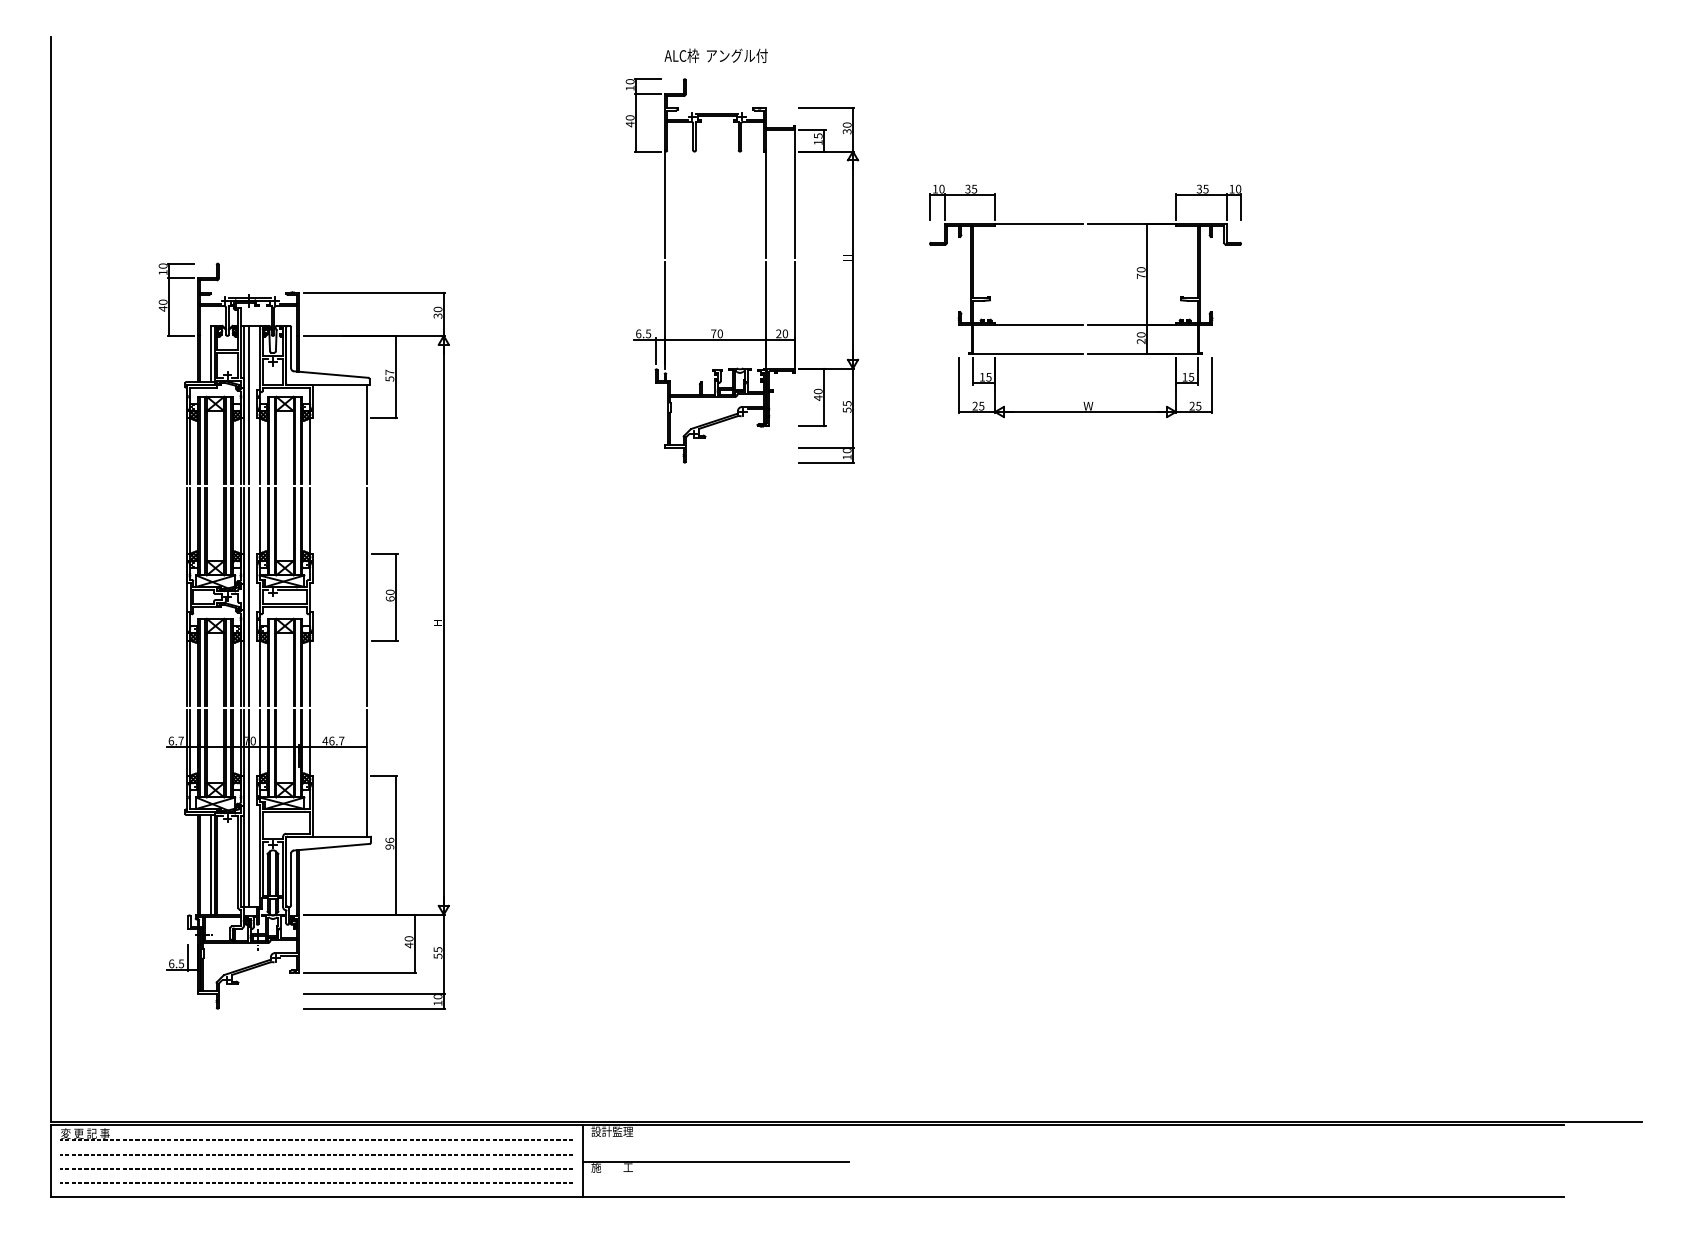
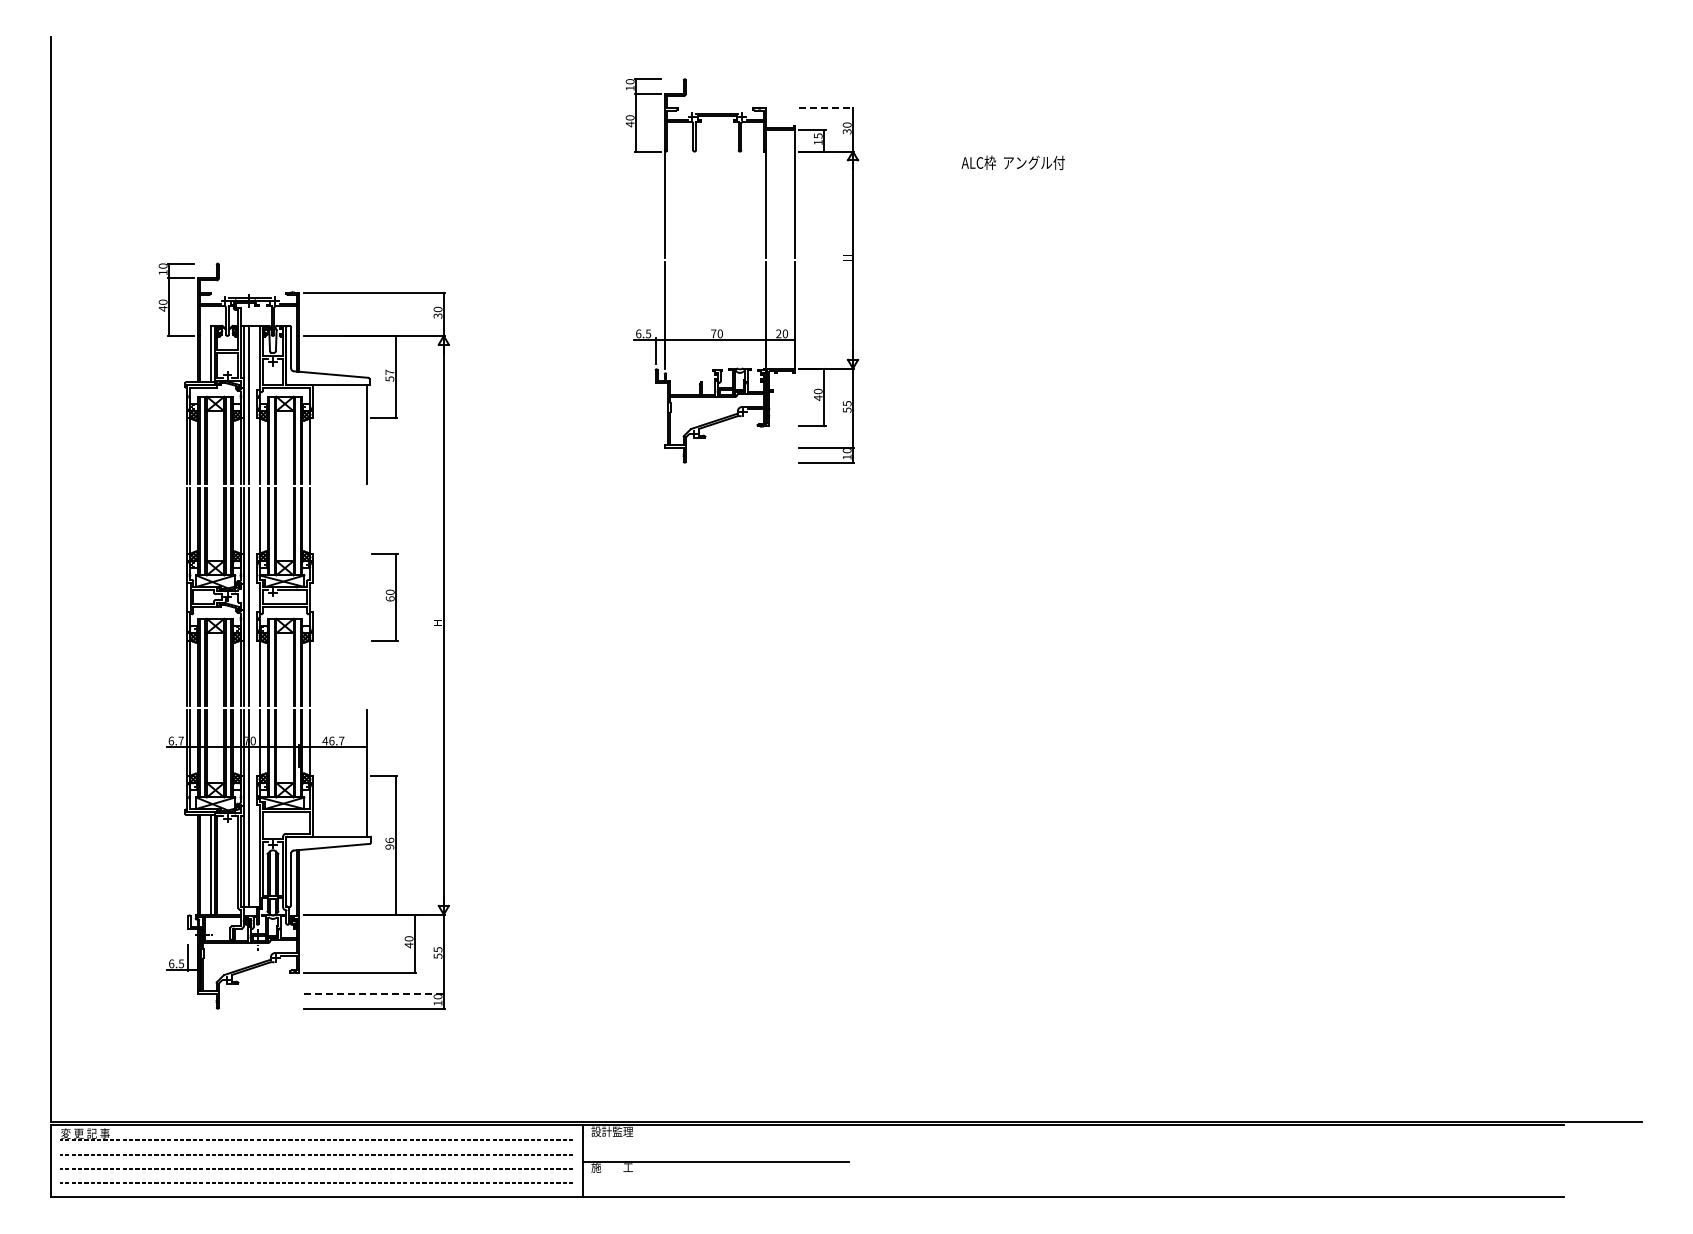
text at (715, 55) position: (715, 55) -> (1012, 162)
line at (827, 108): solid -> dashed
part at (1083, 324): present -> none
line at (366, 596): present -> none
line at (374, 994): solid -> dashed
